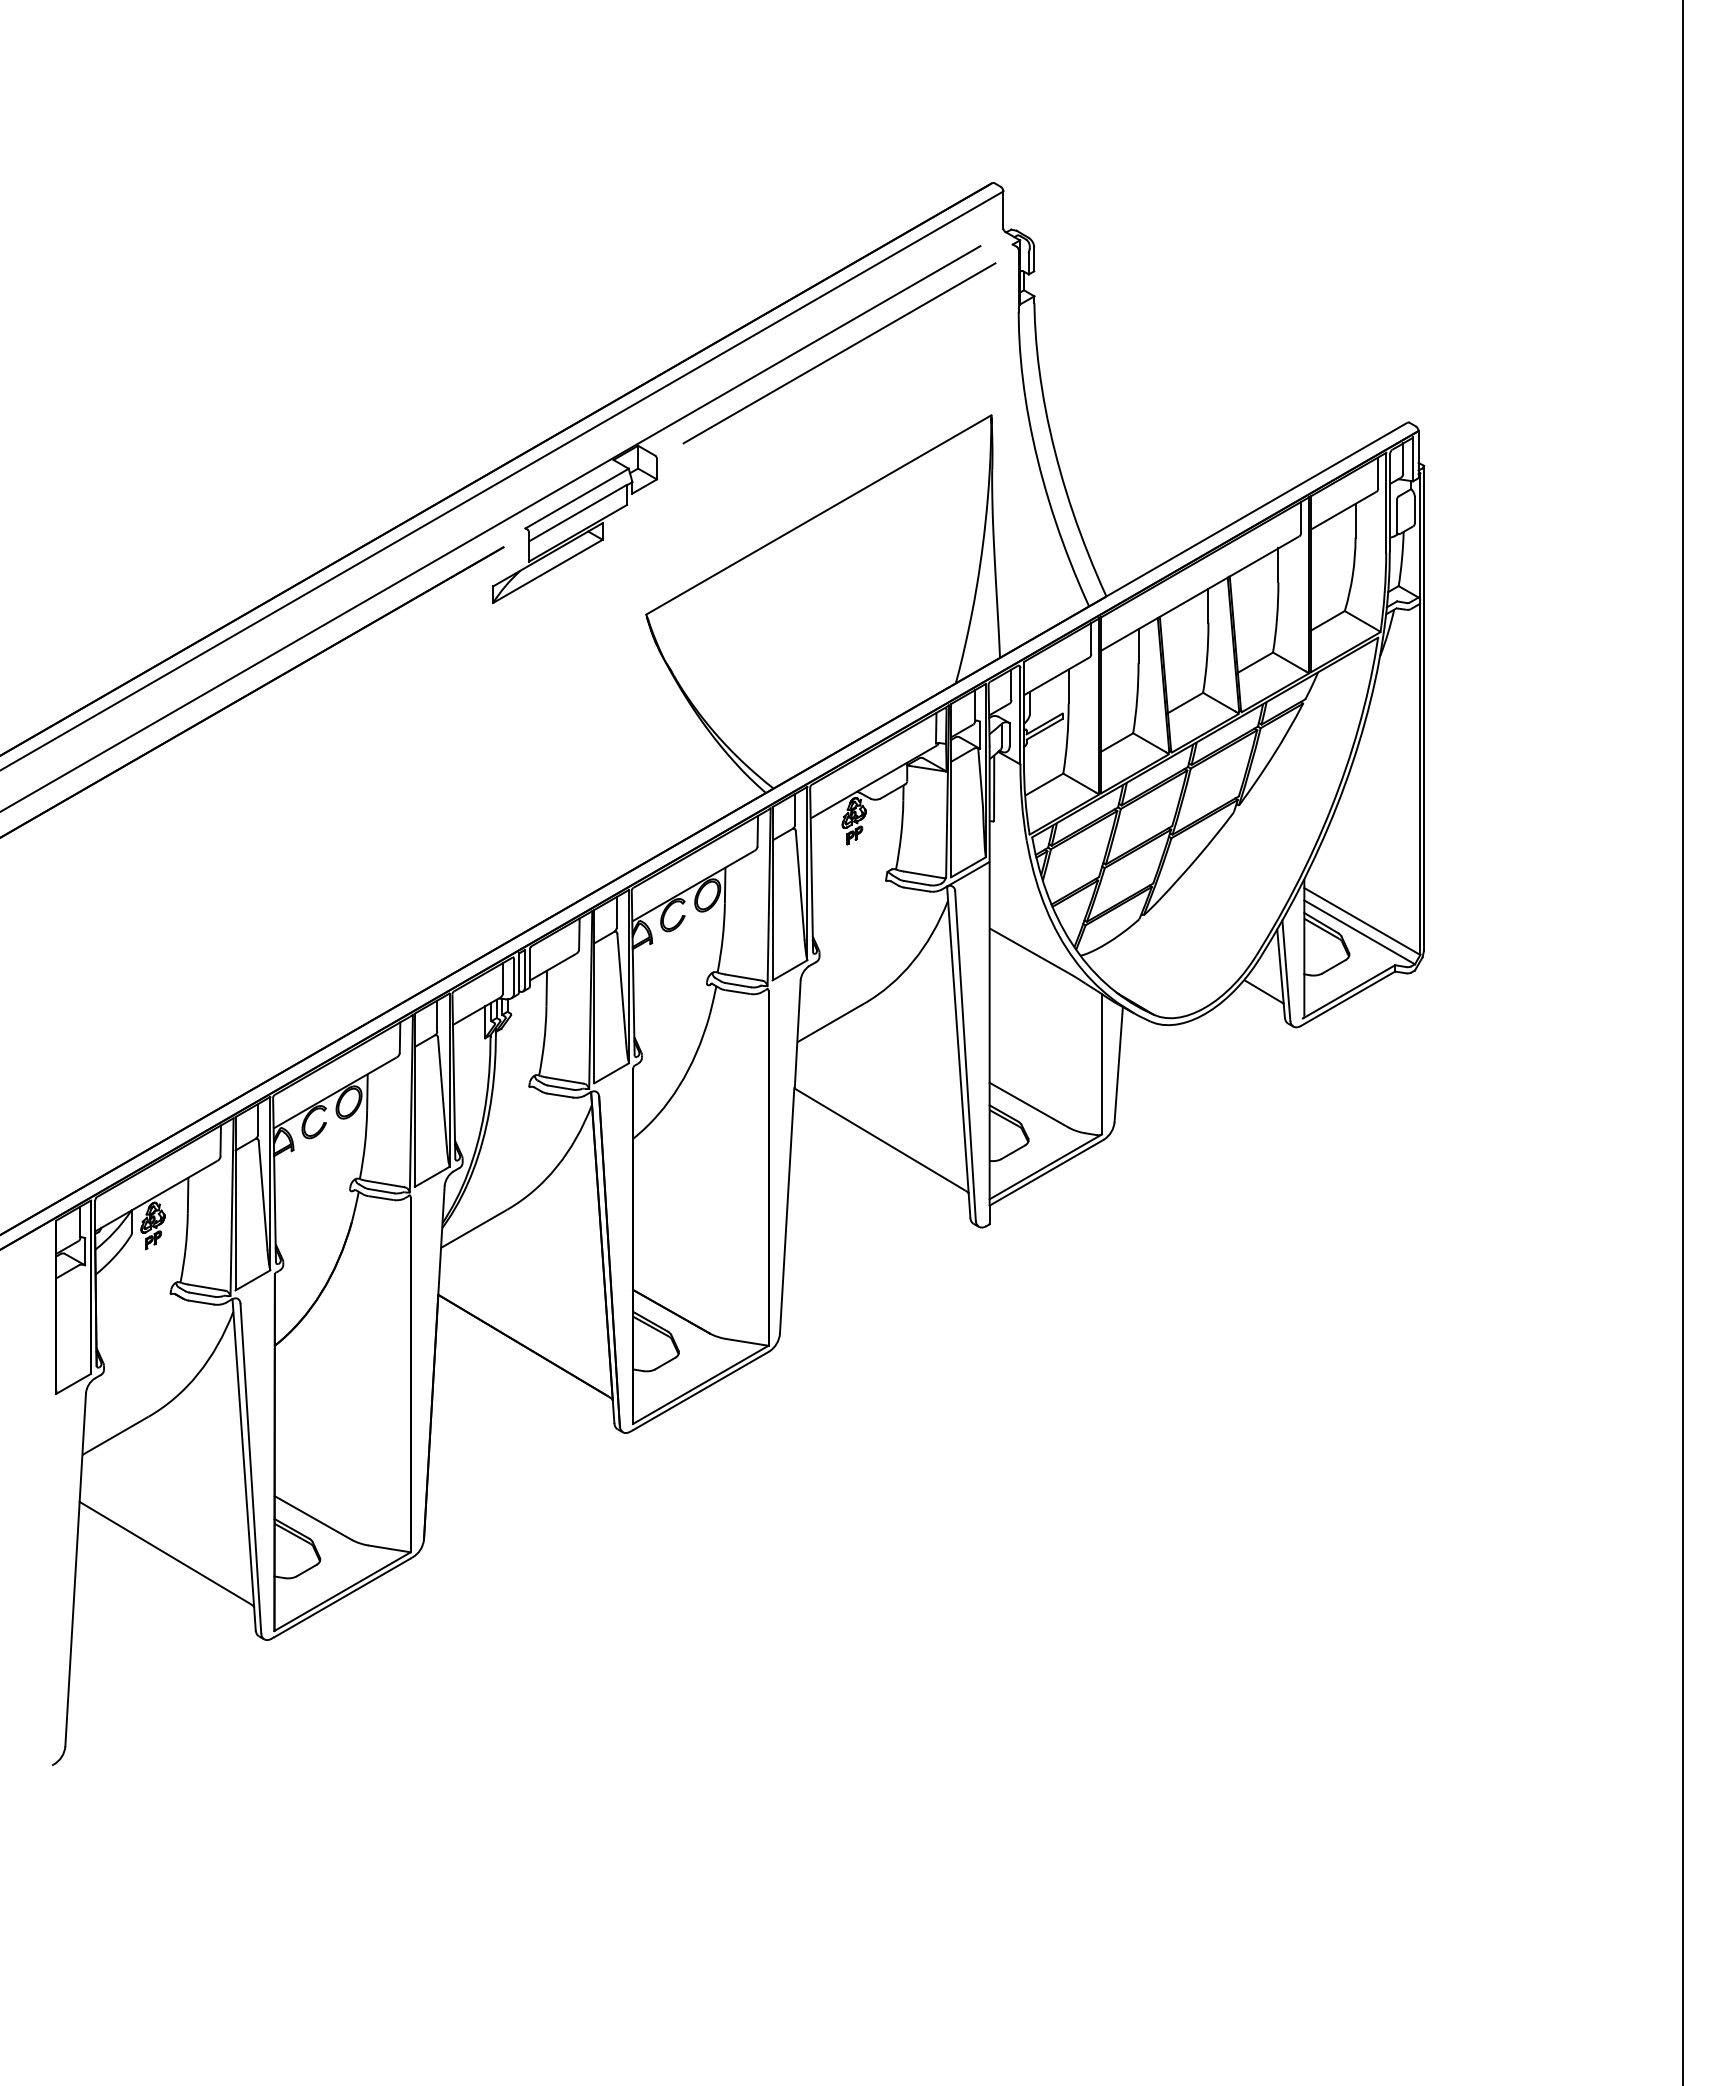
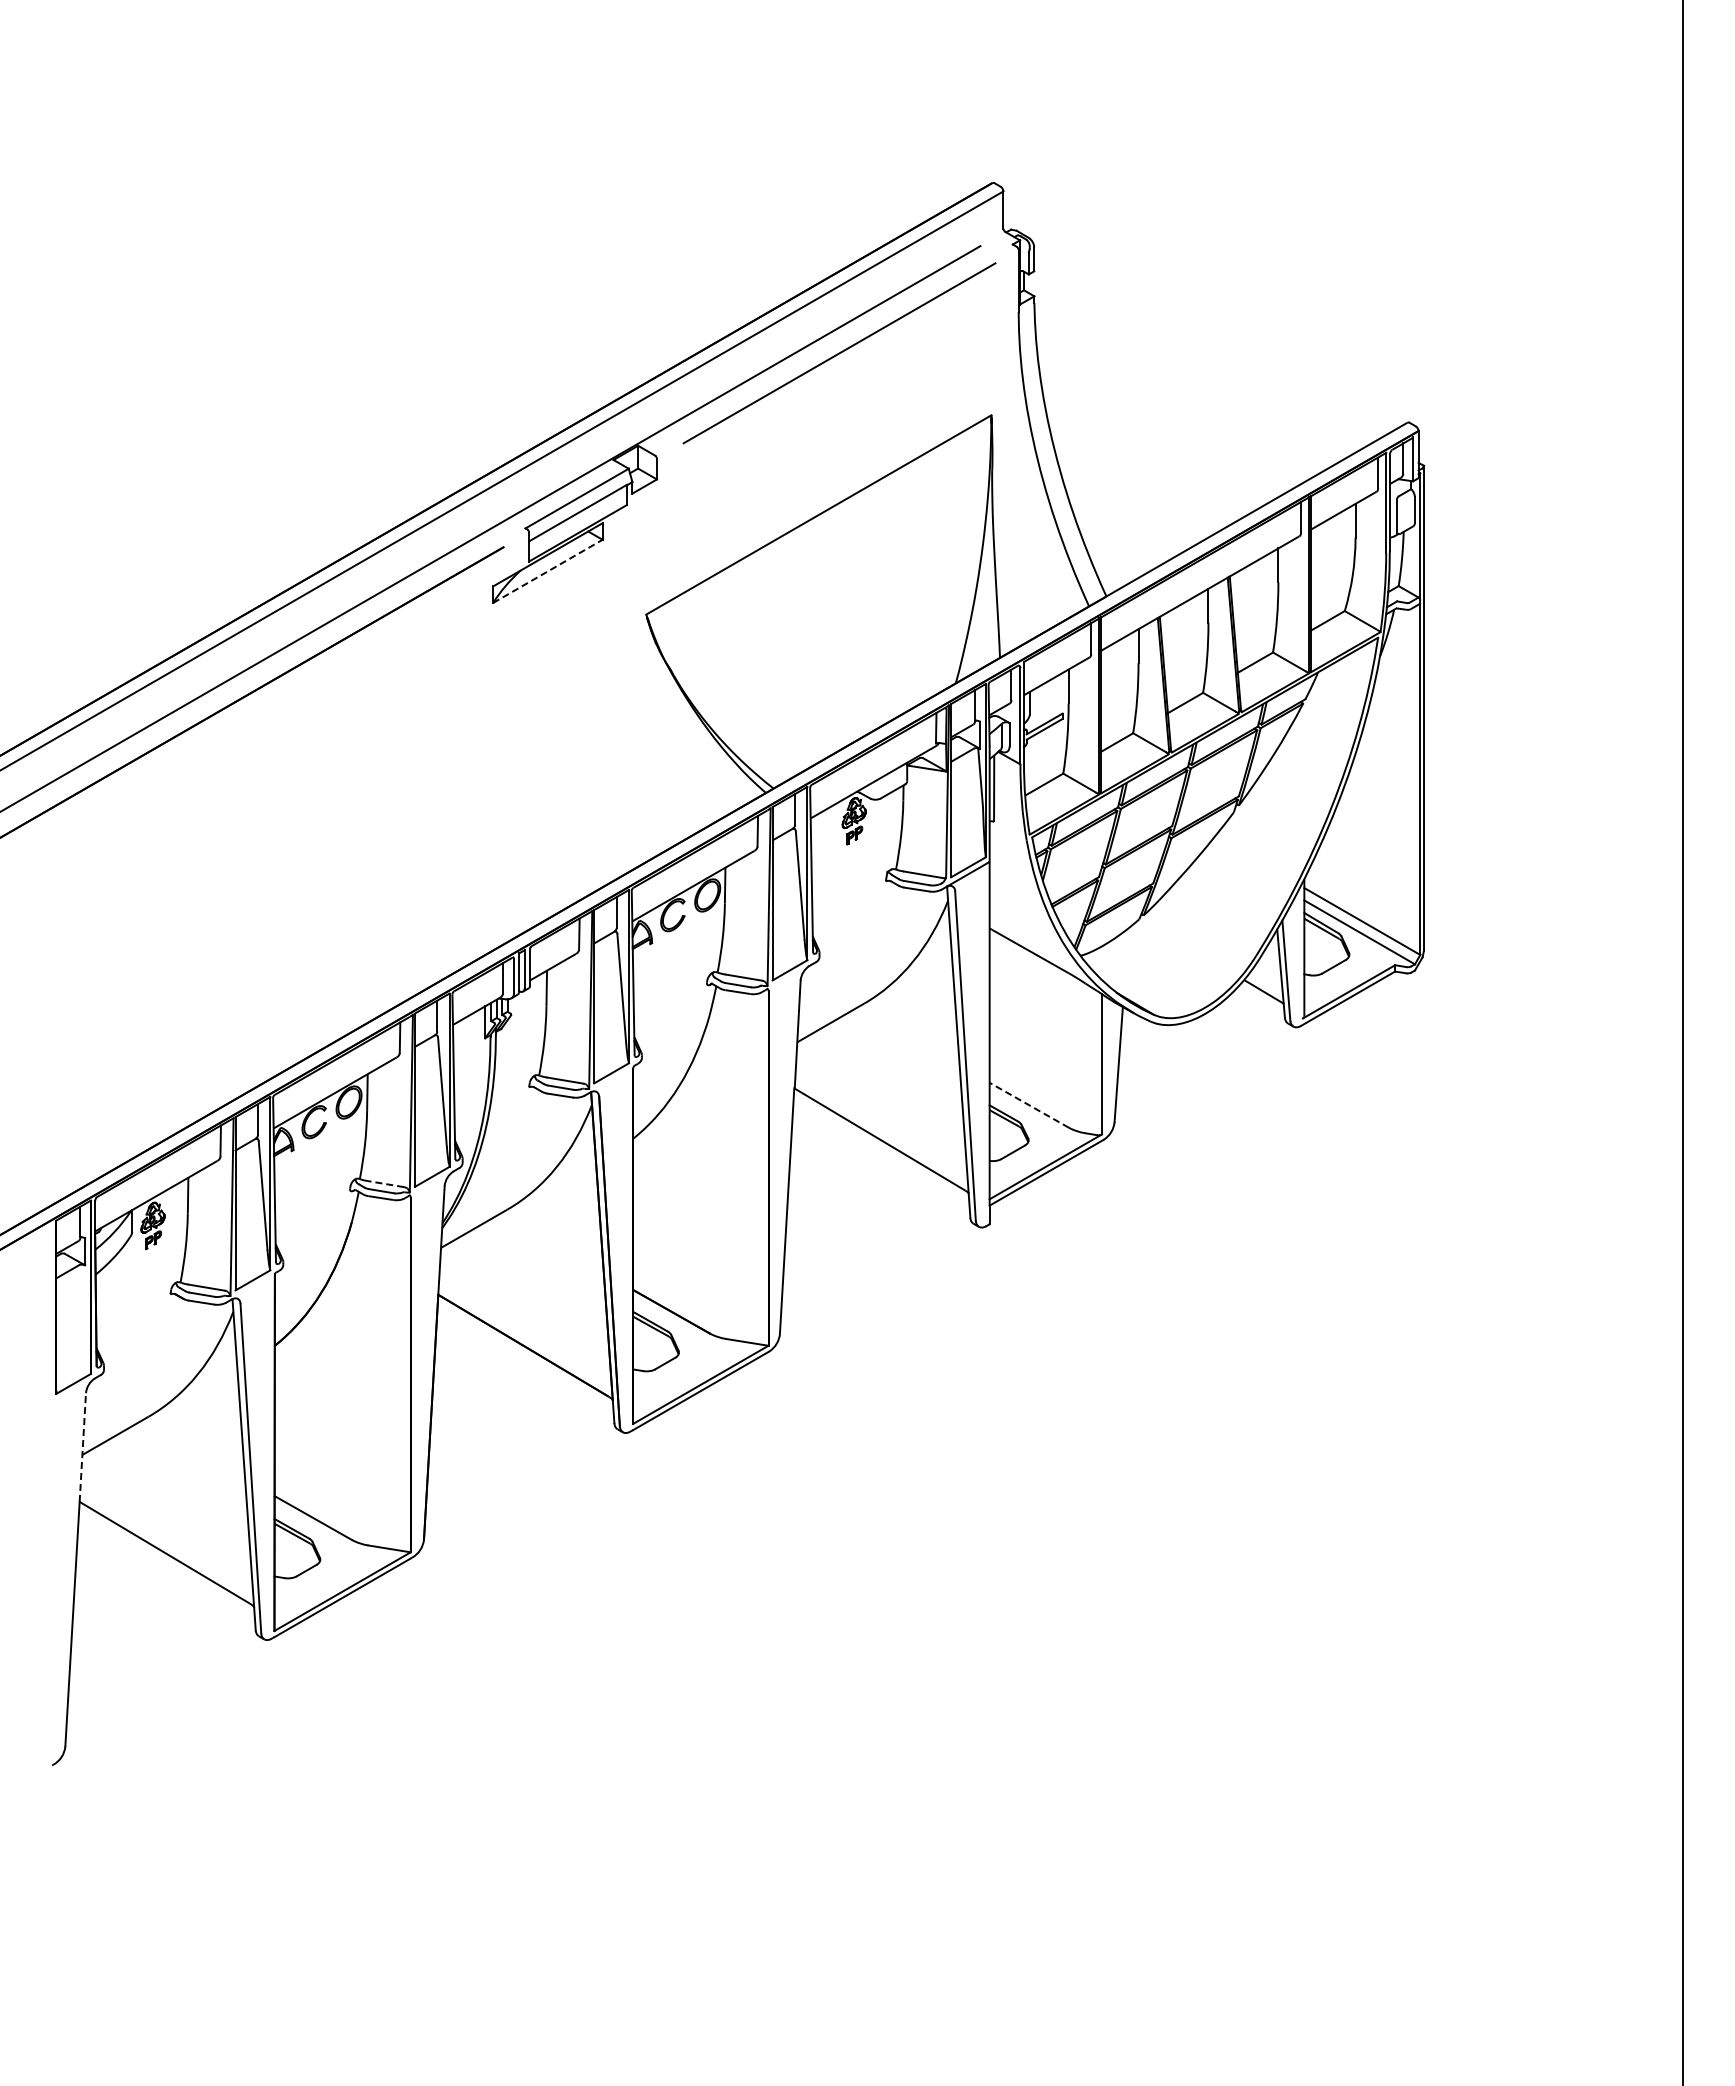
line at (548, 571): solid -> dashed
line at (1029, 1105): solid -> dashed
line at (385, 1184): solid -> dashed
line at (82, 1447): solid -> dashed
